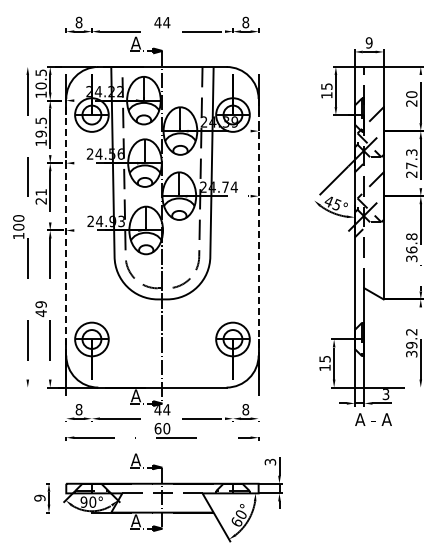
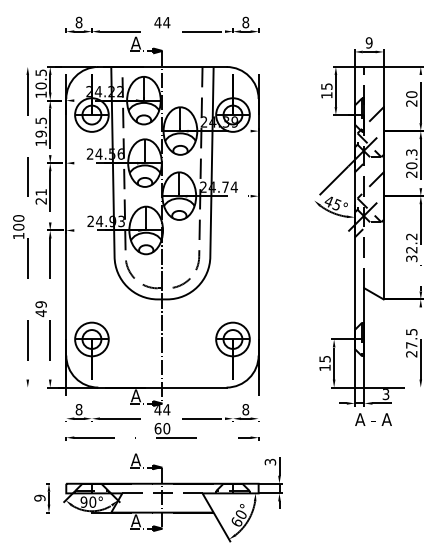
text at (411, 165): 27.3 -> 20.3
line at (66, 226): dashed -> solid
line at (258, 227): dashed -> solid
text at (411, 243): 36.8 -> 32.2
text at (411, 343): 39.2 -> 27.5
